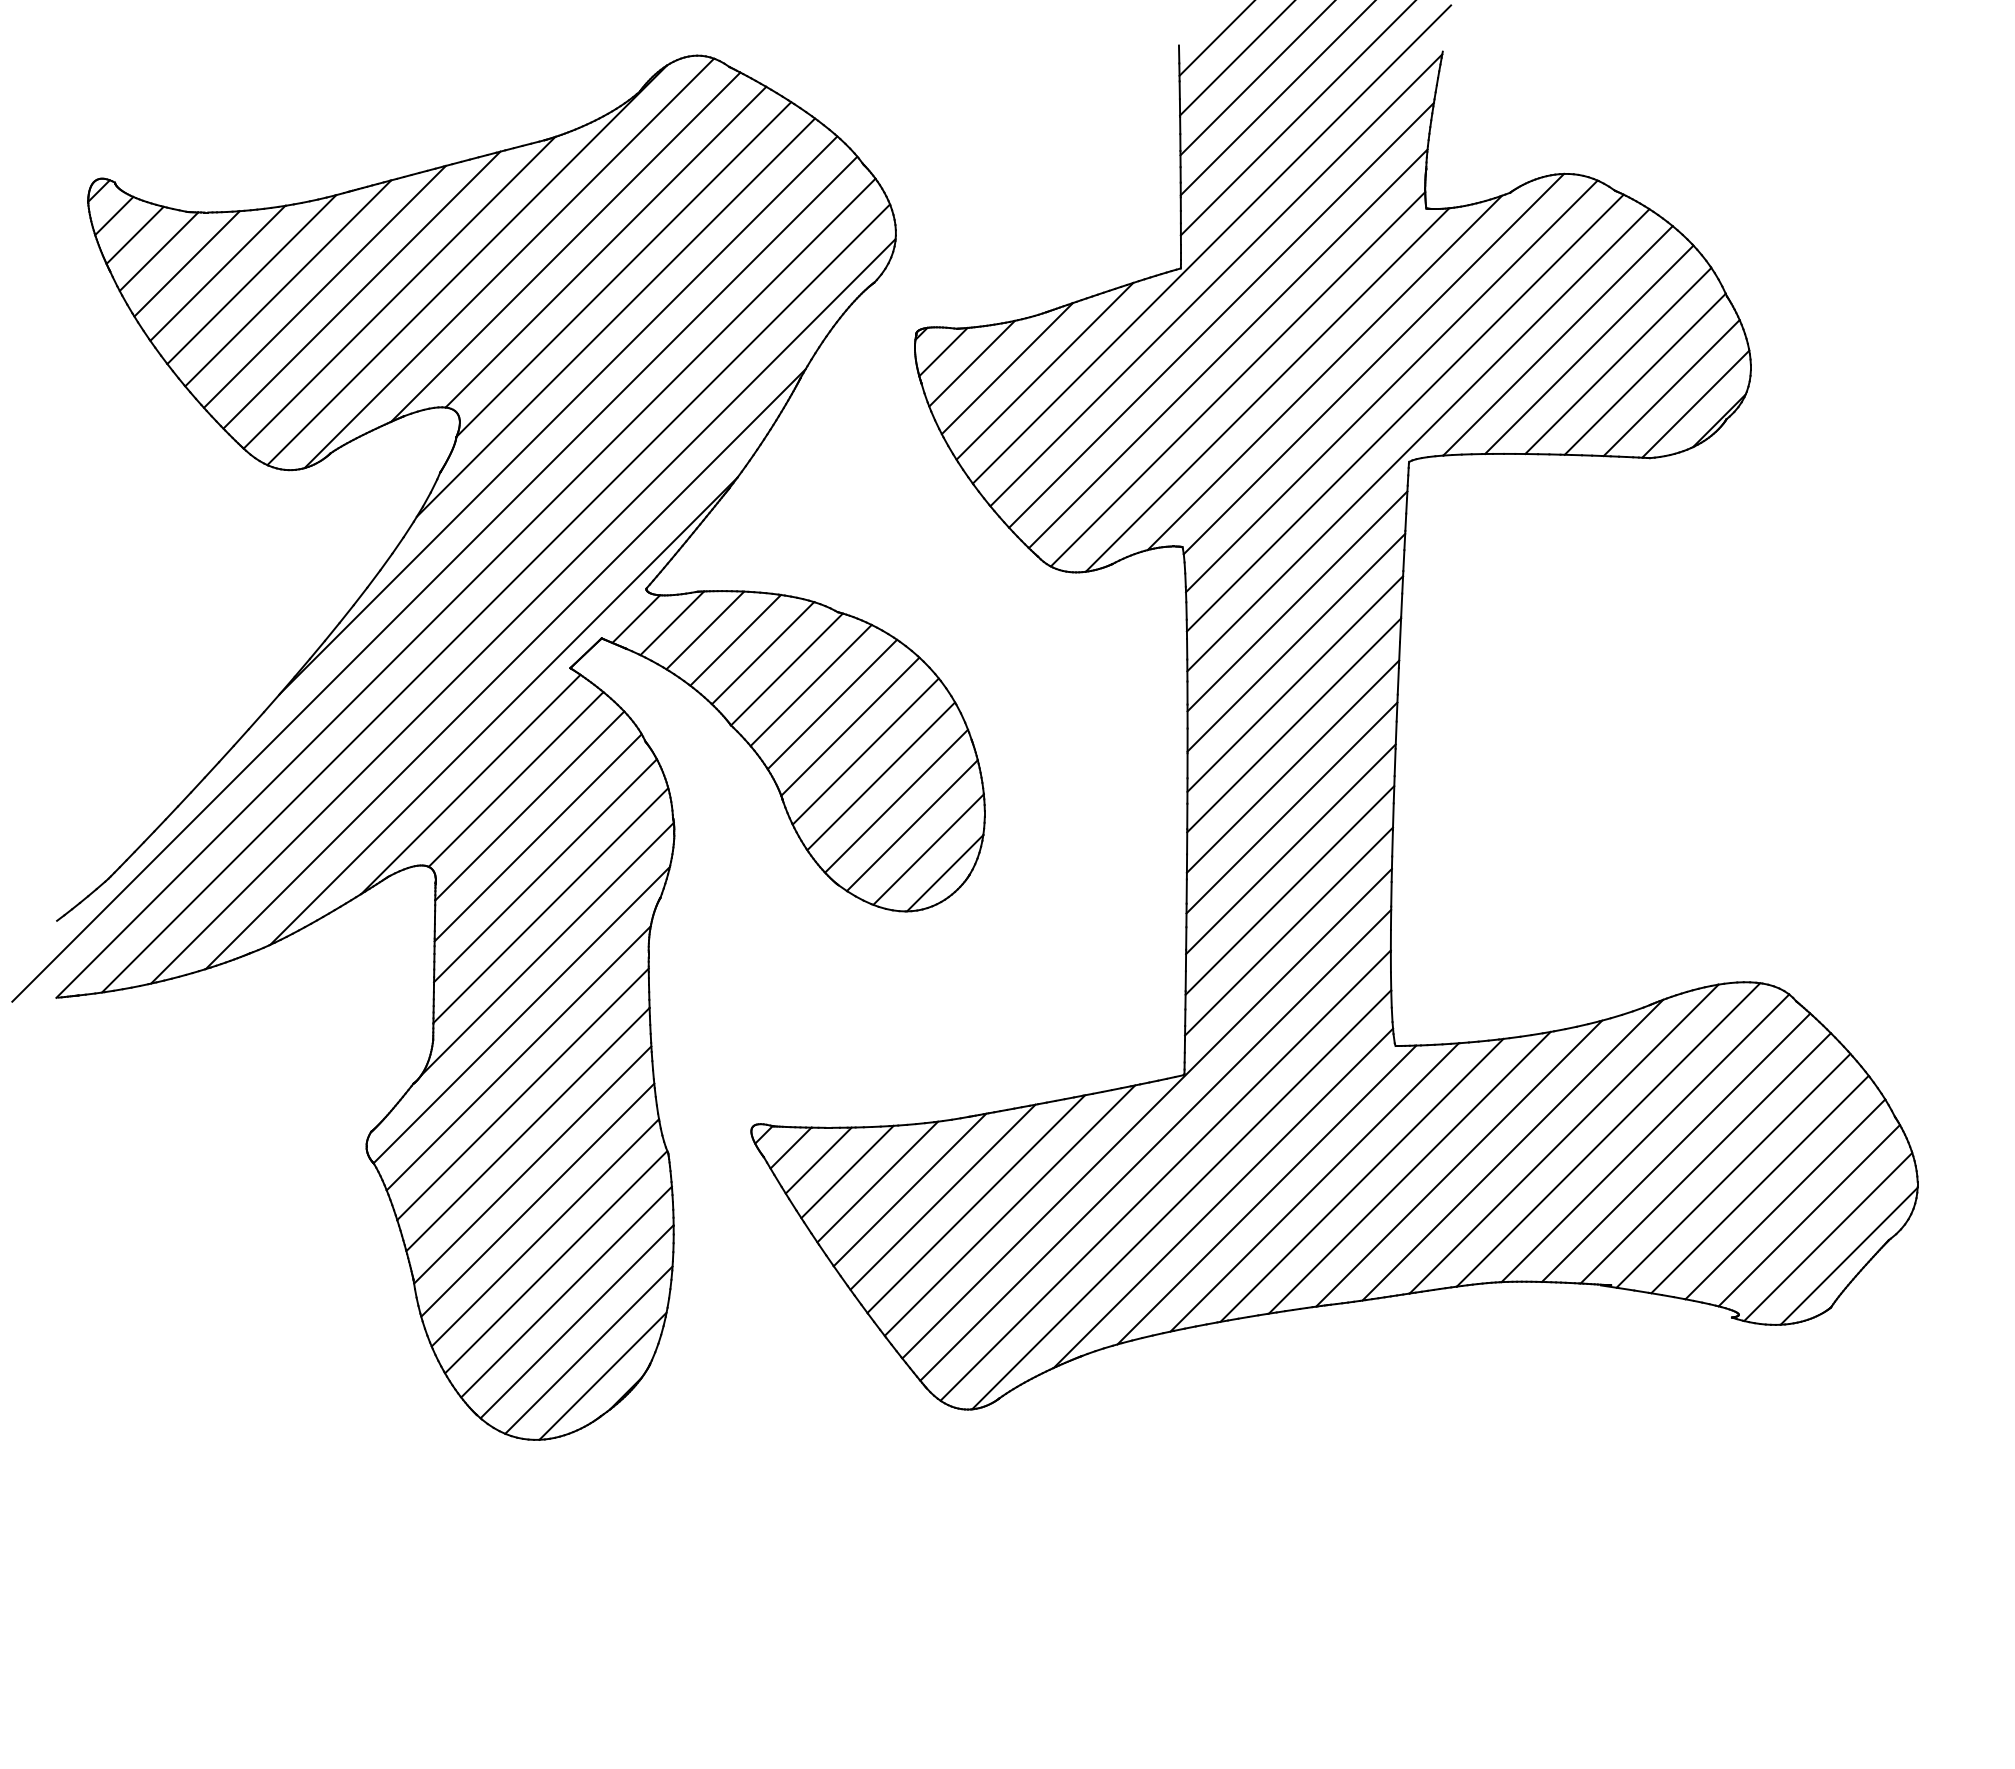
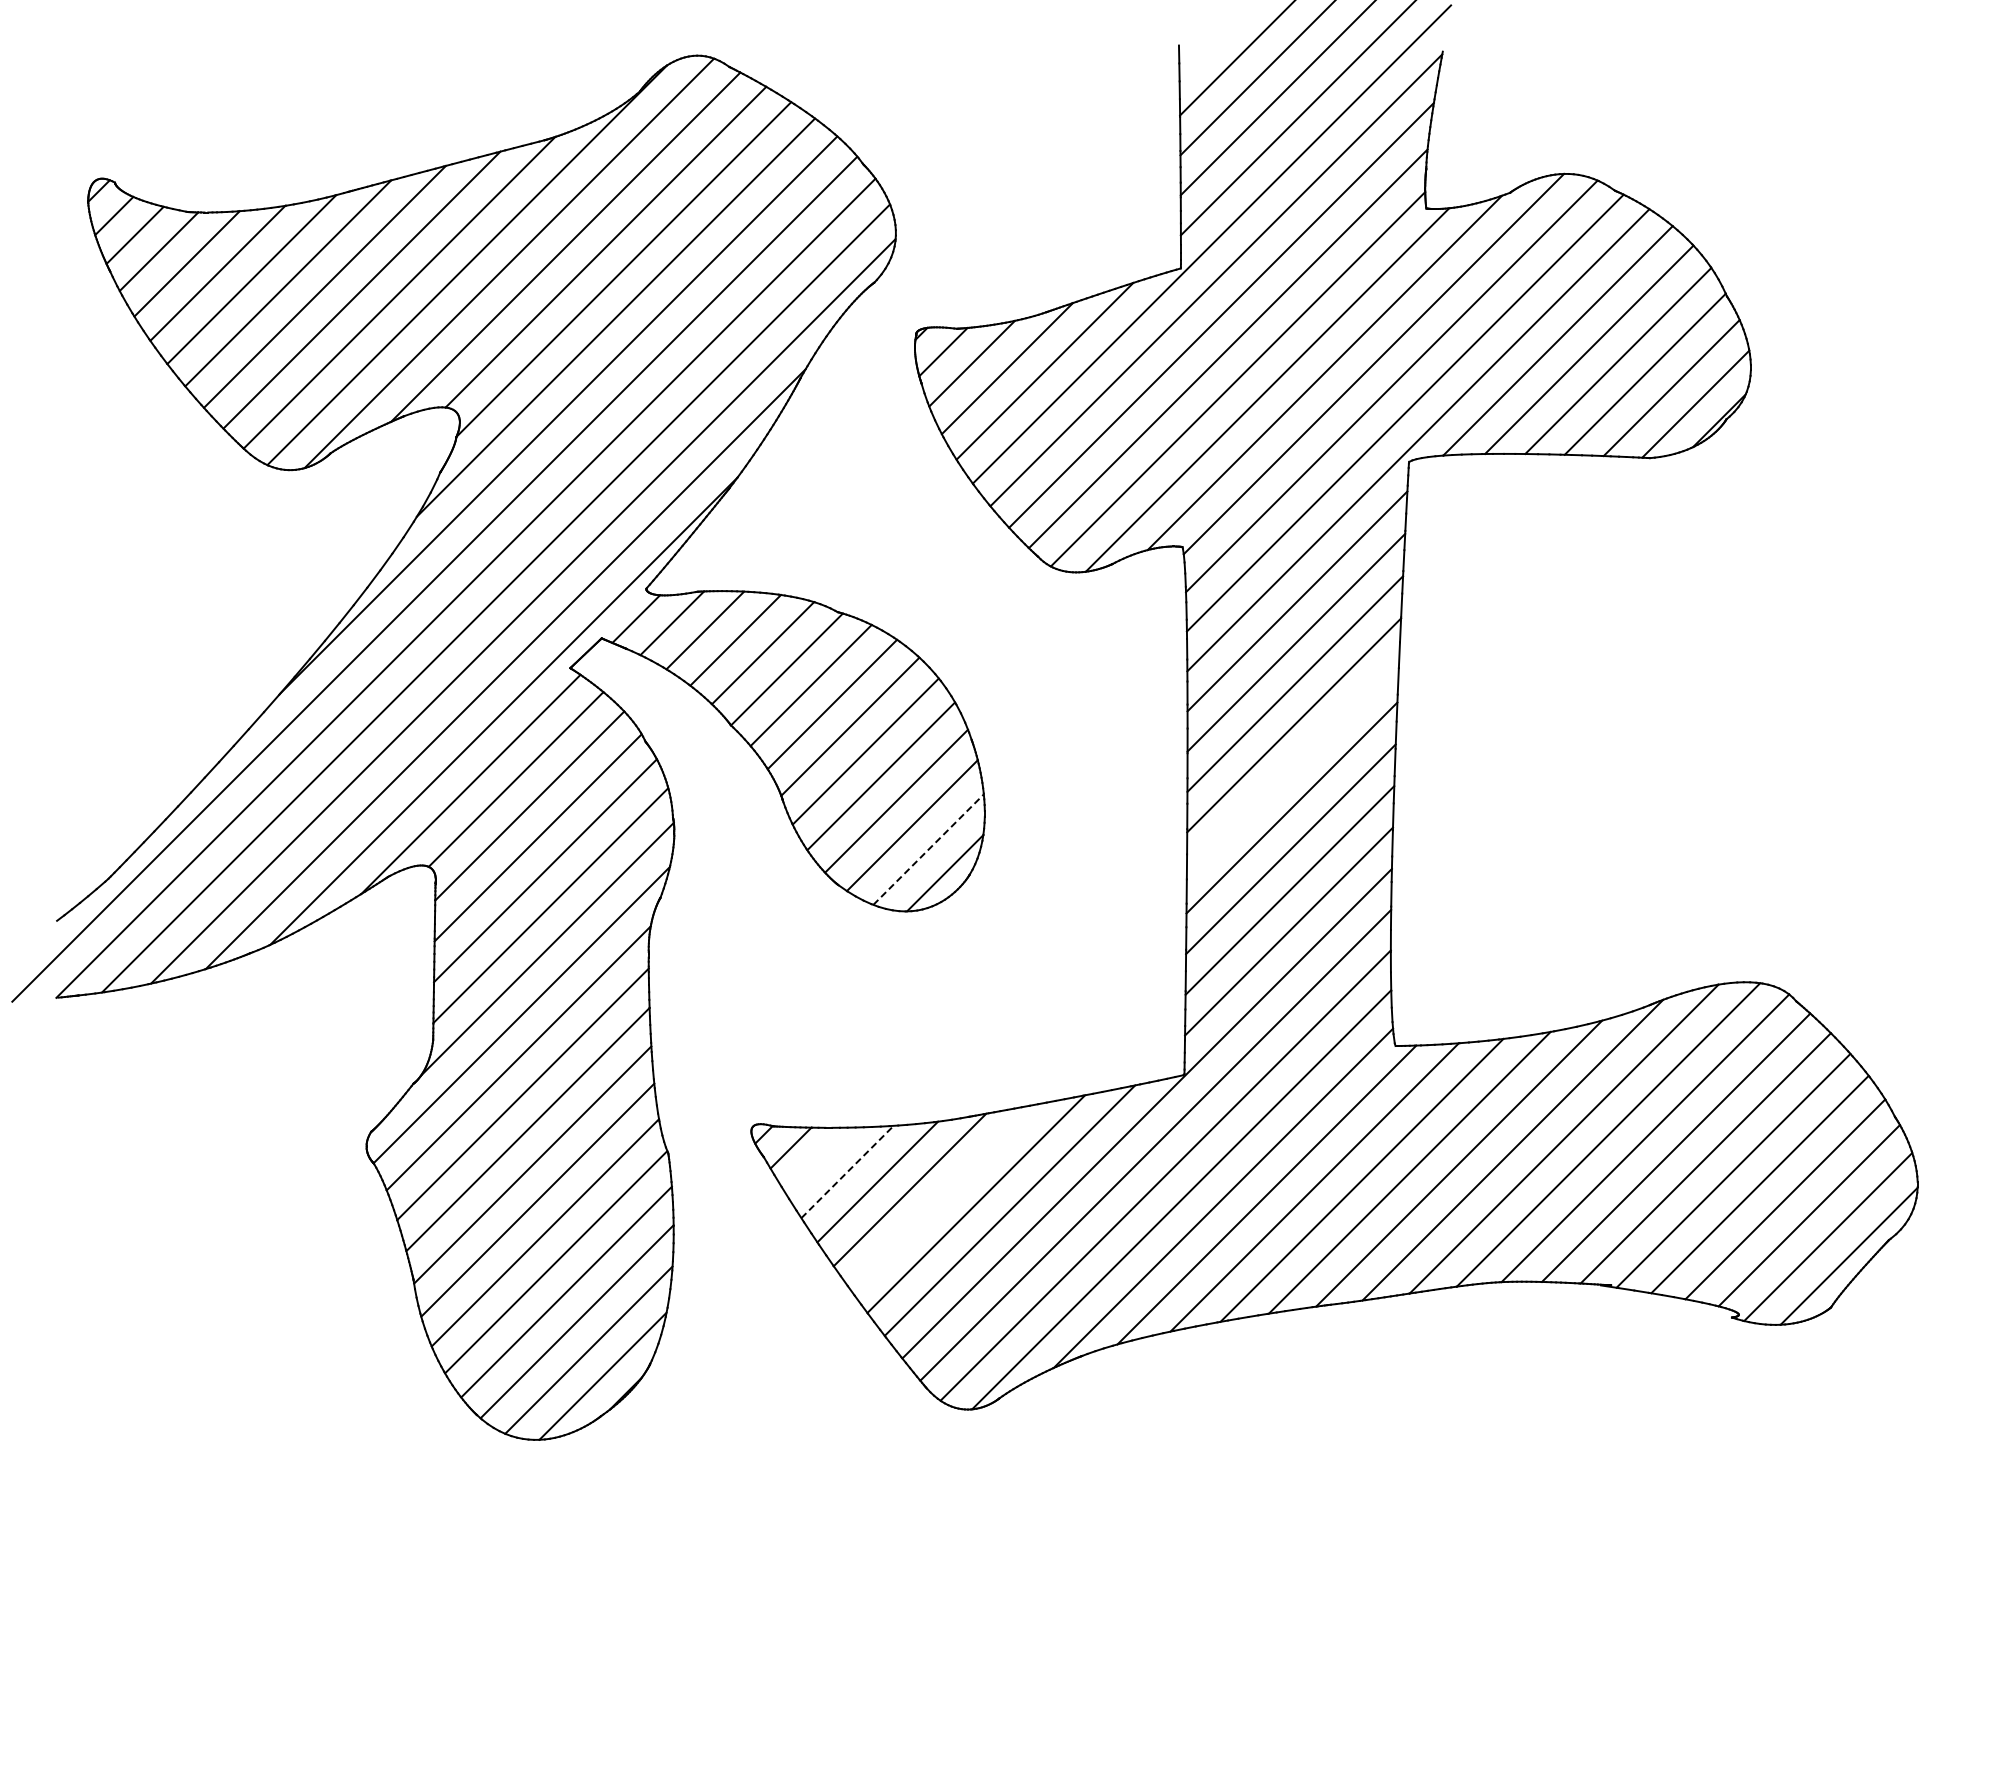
line at (1216, 38): present -> none
line at (1292, 766): present -> none
line at (928, 849): solid -> dashed
line at (818, 1160): present -> none
line at (847, 1171): solid -> dashed
line at (942, 1196): present -> none
